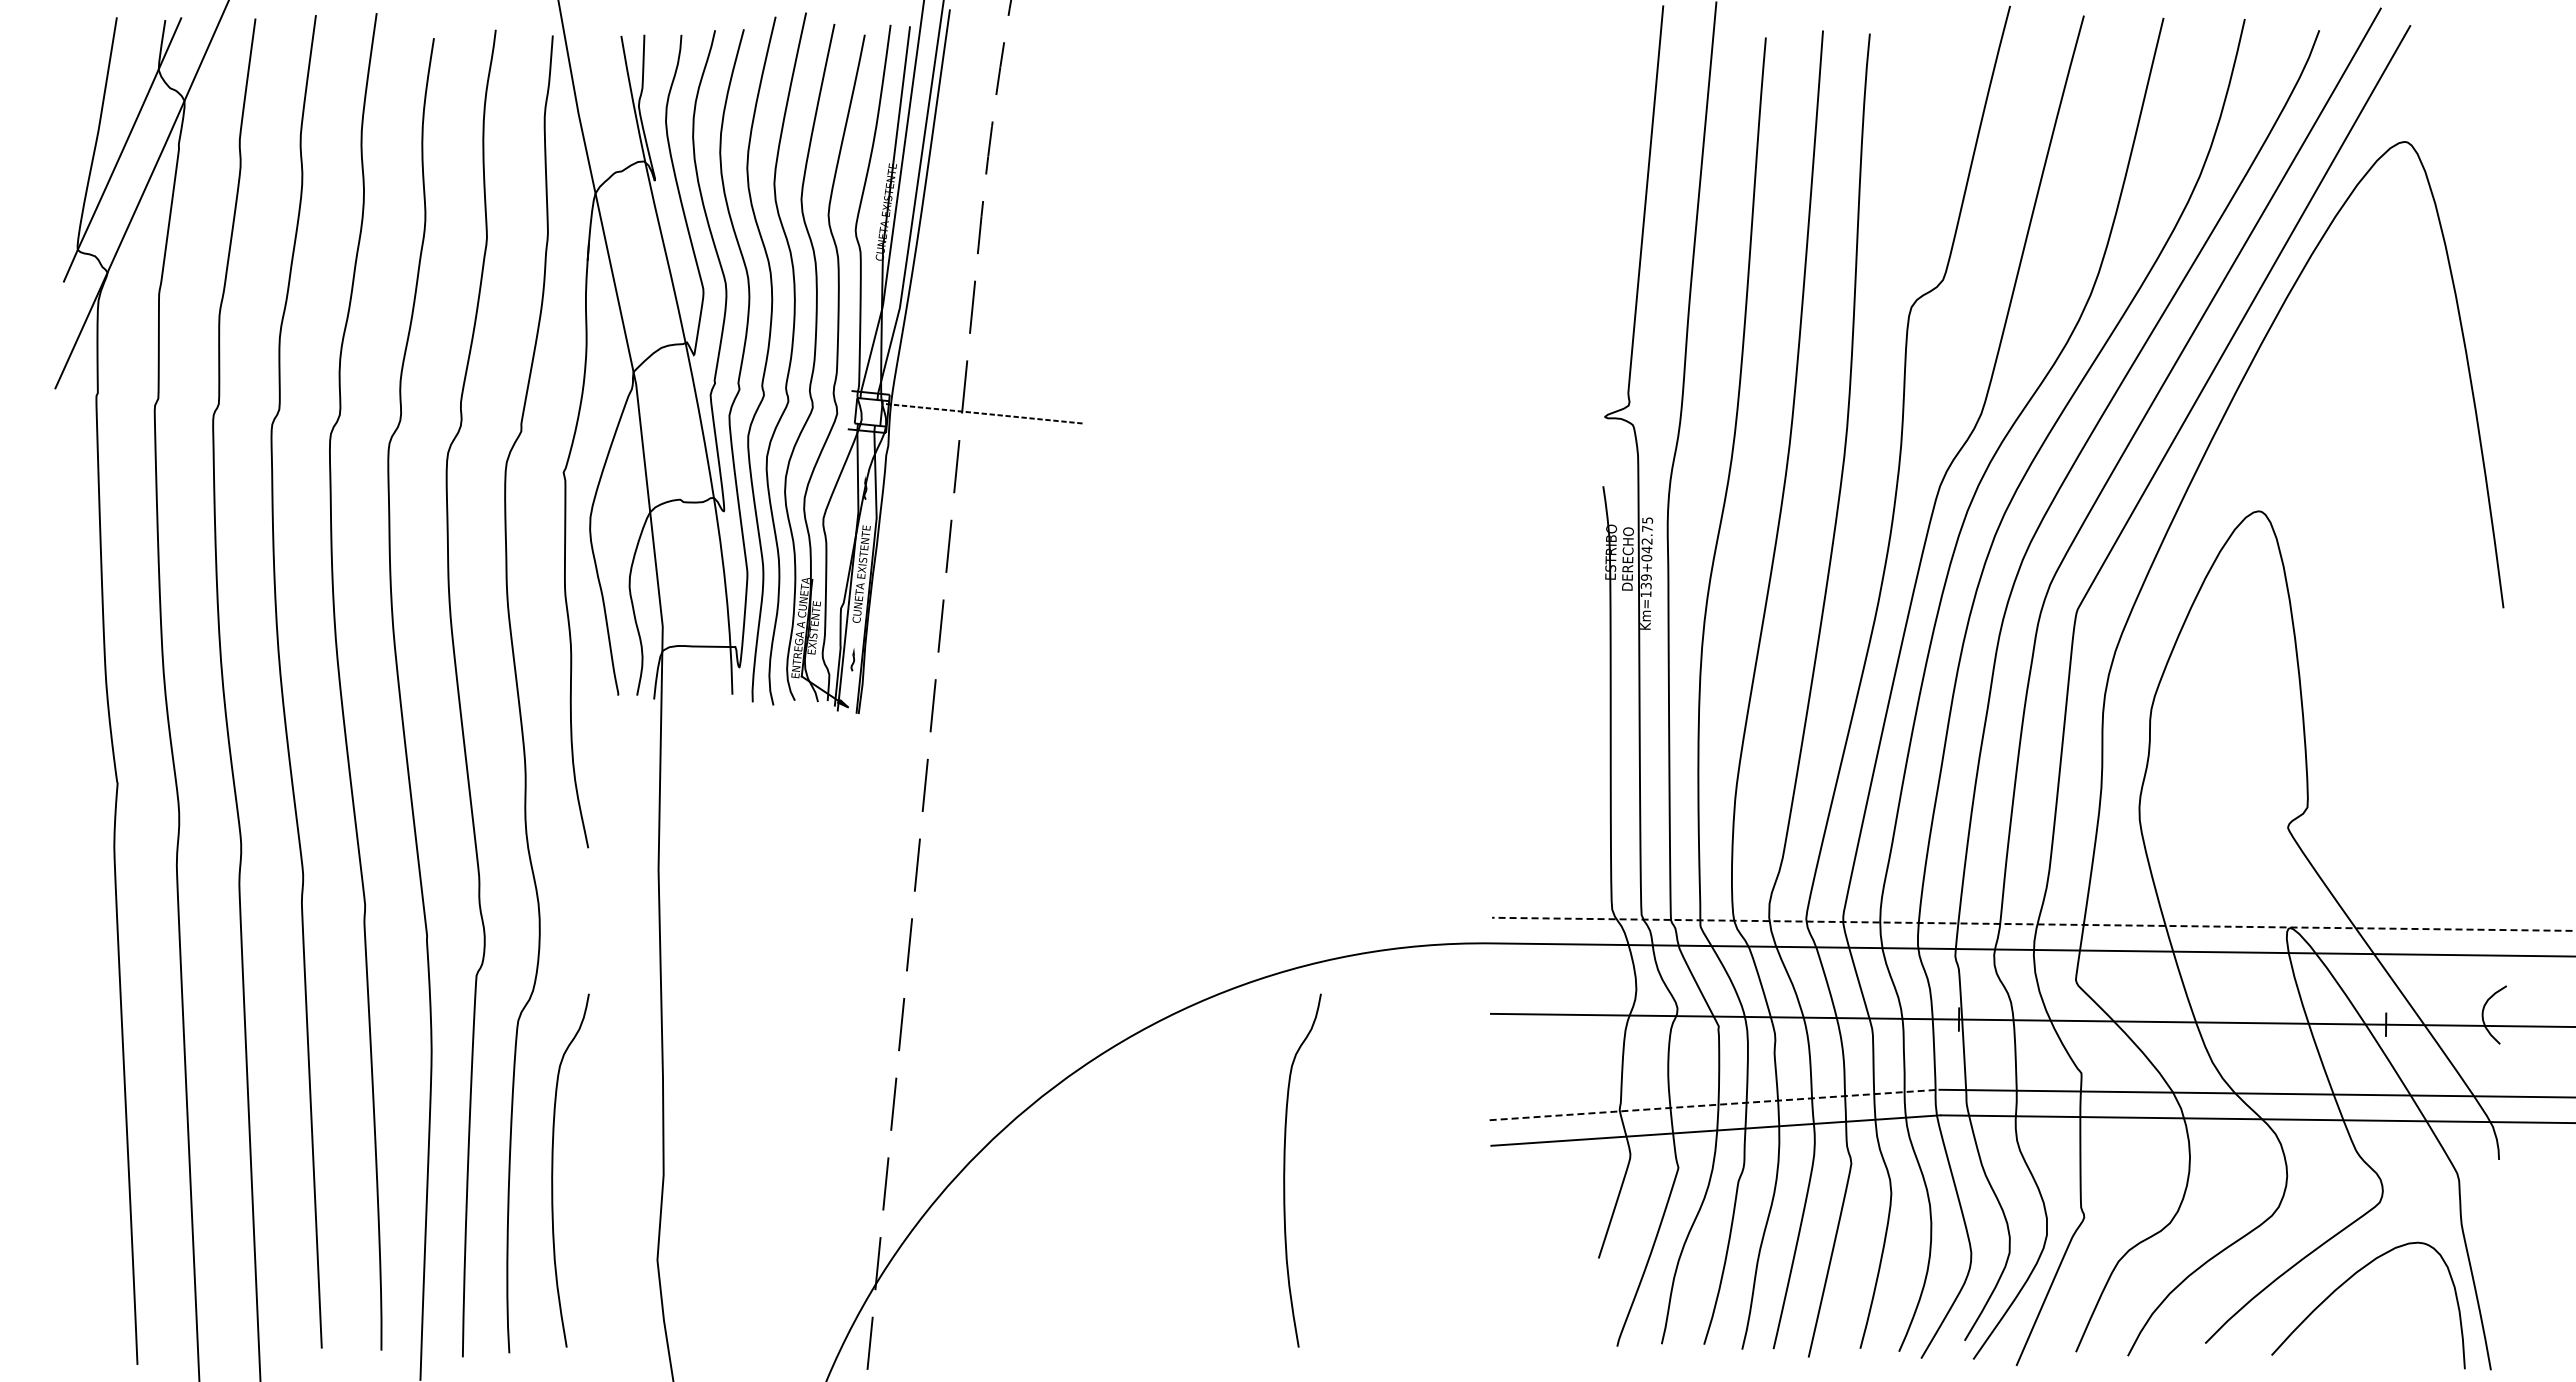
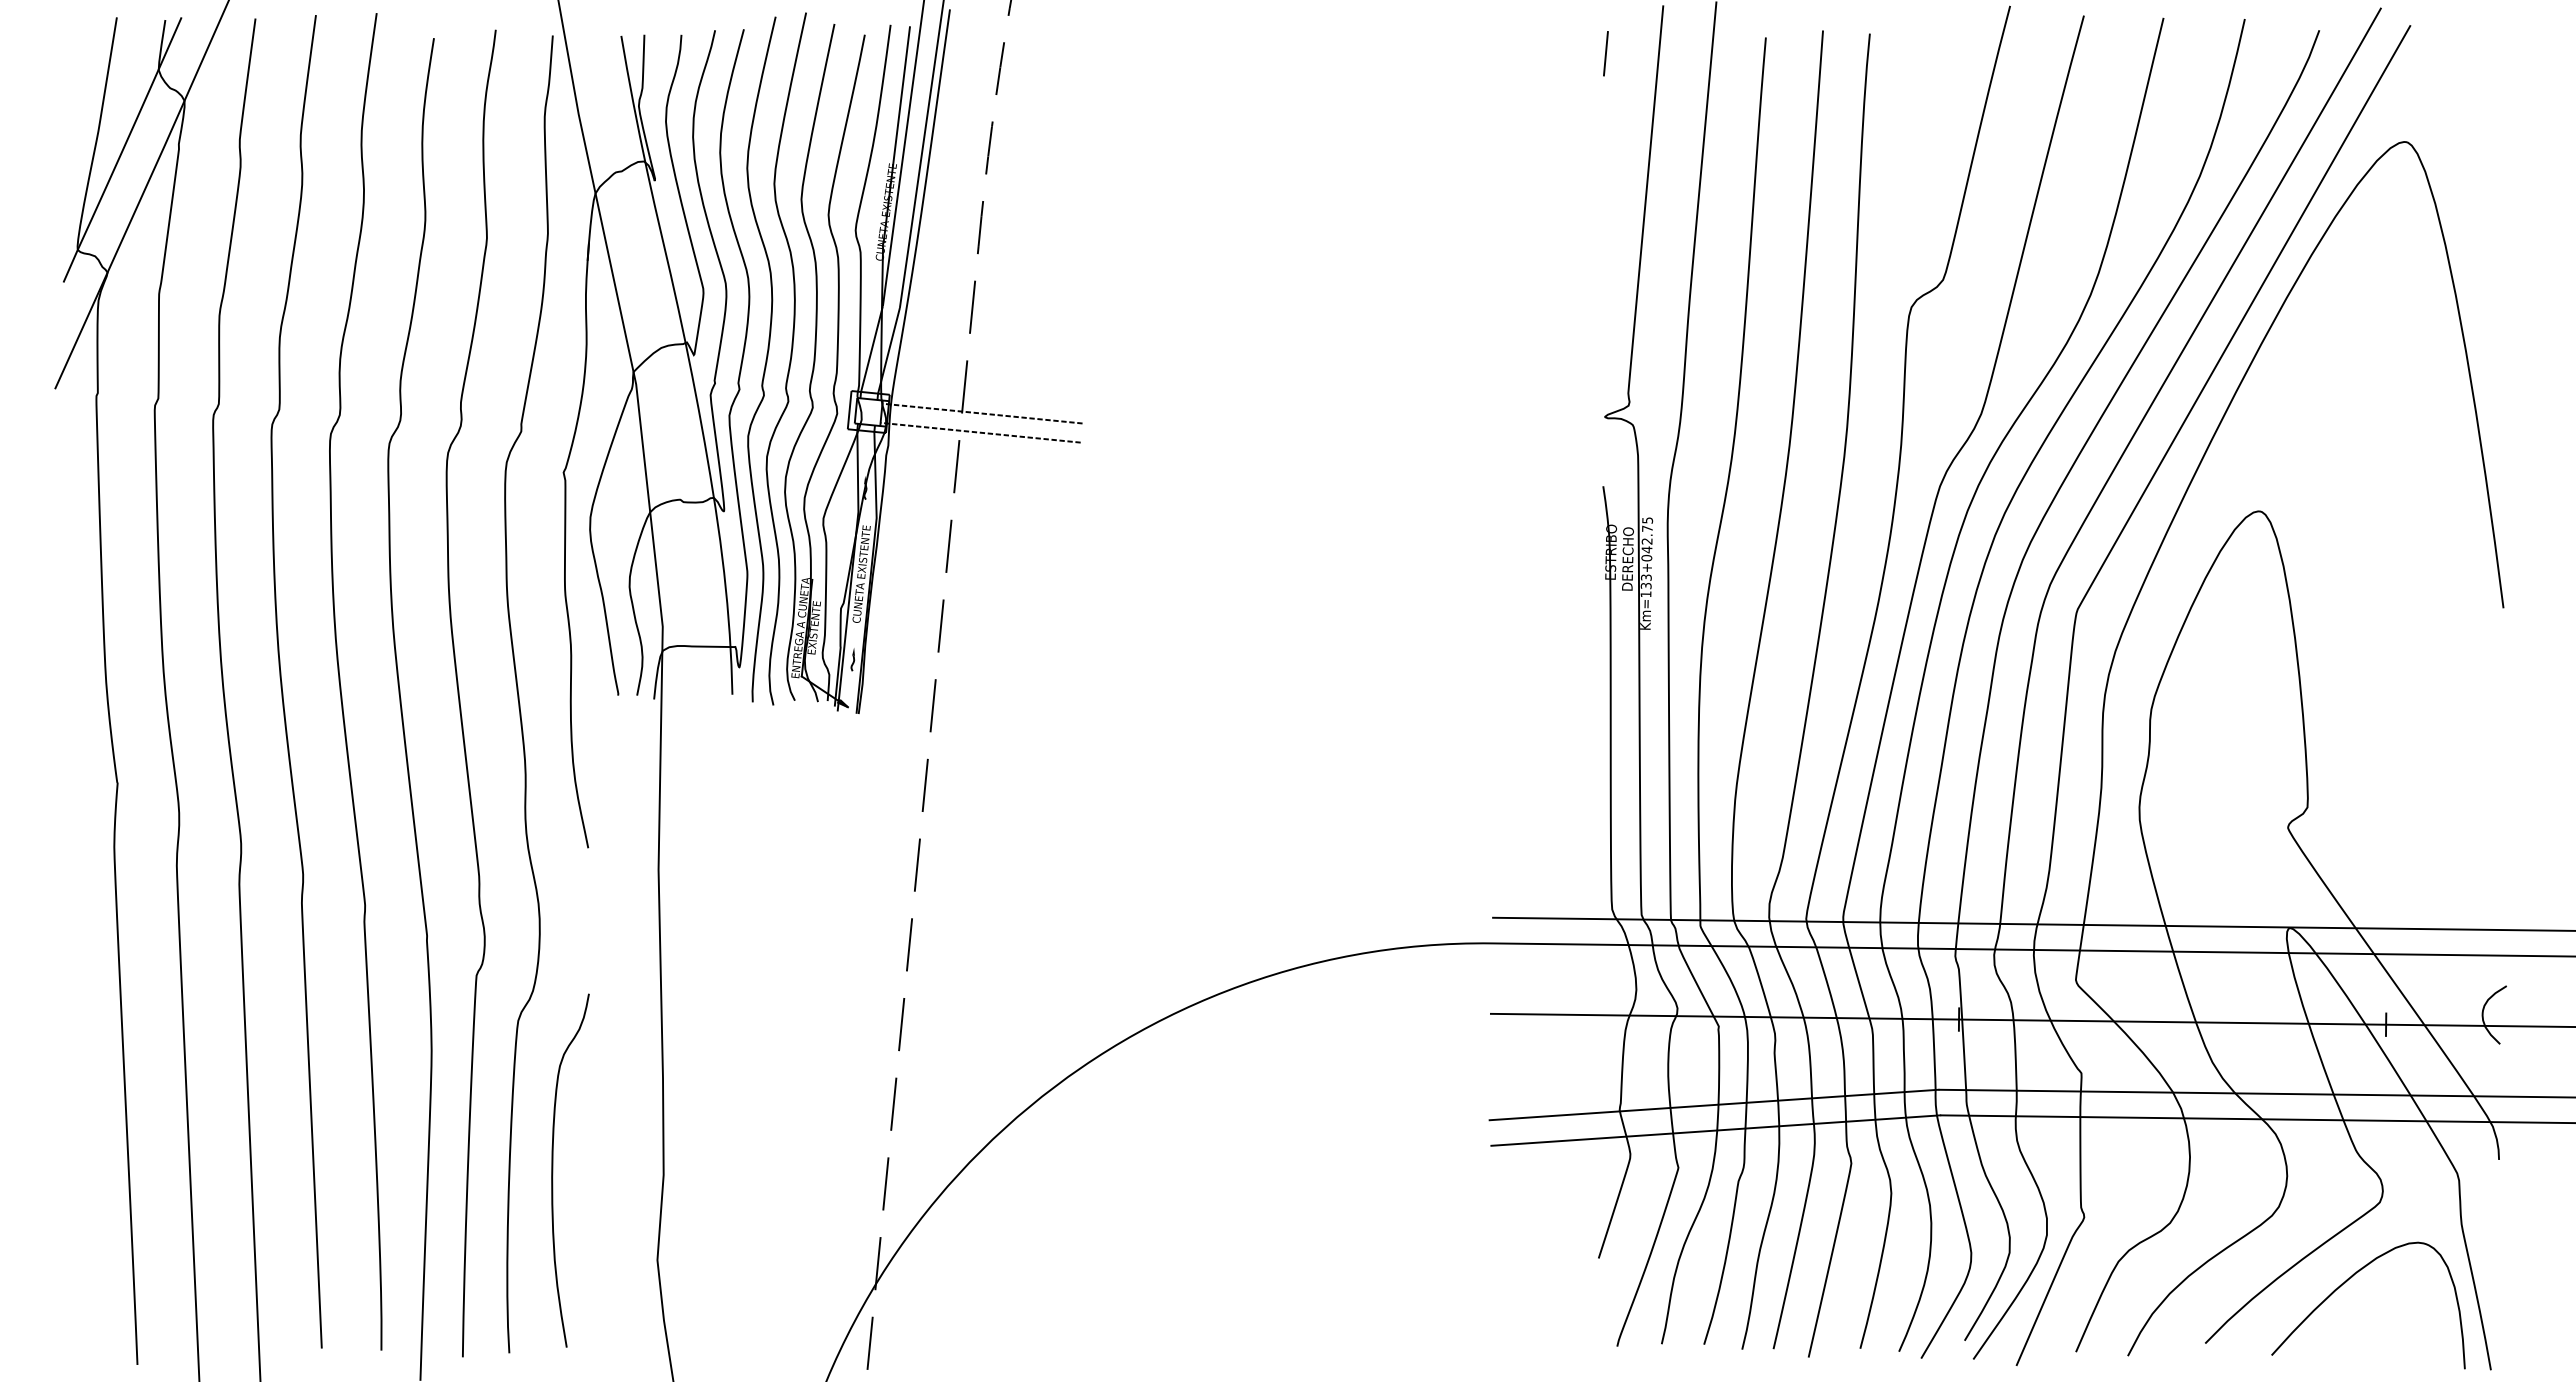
line at (1605, 53): none -> present
line at (849, 410): none -> present
line at (980, 432): none -> present
text at (1646, 577): Km=139+042.75 -> Km=133+042.75
line at (2033, 924): dashed -> solid
line at (1714, 1105): dashed -> solid
curve at (1285, 1170): present -> none
